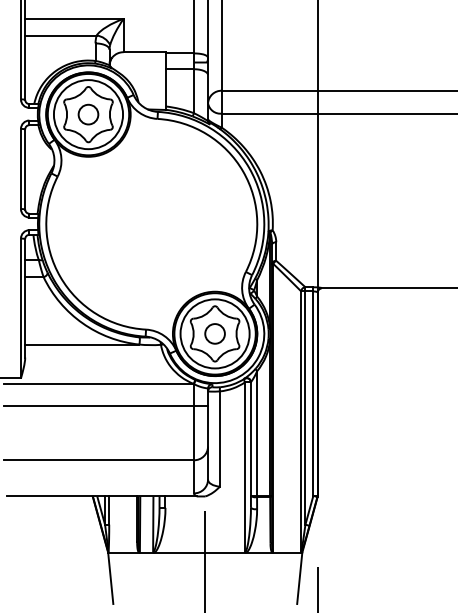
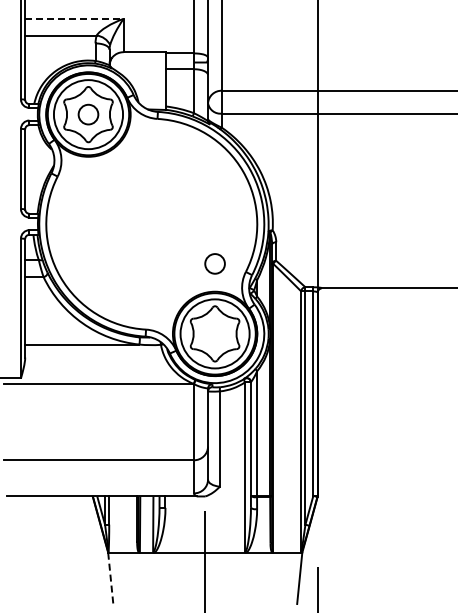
line at (74, 18): solid -> dashed
circle at (214, 333) position: (214, 333) -> (214, 263)
line at (106, 405): present -> none
line at (110, 578): solid -> dashed
